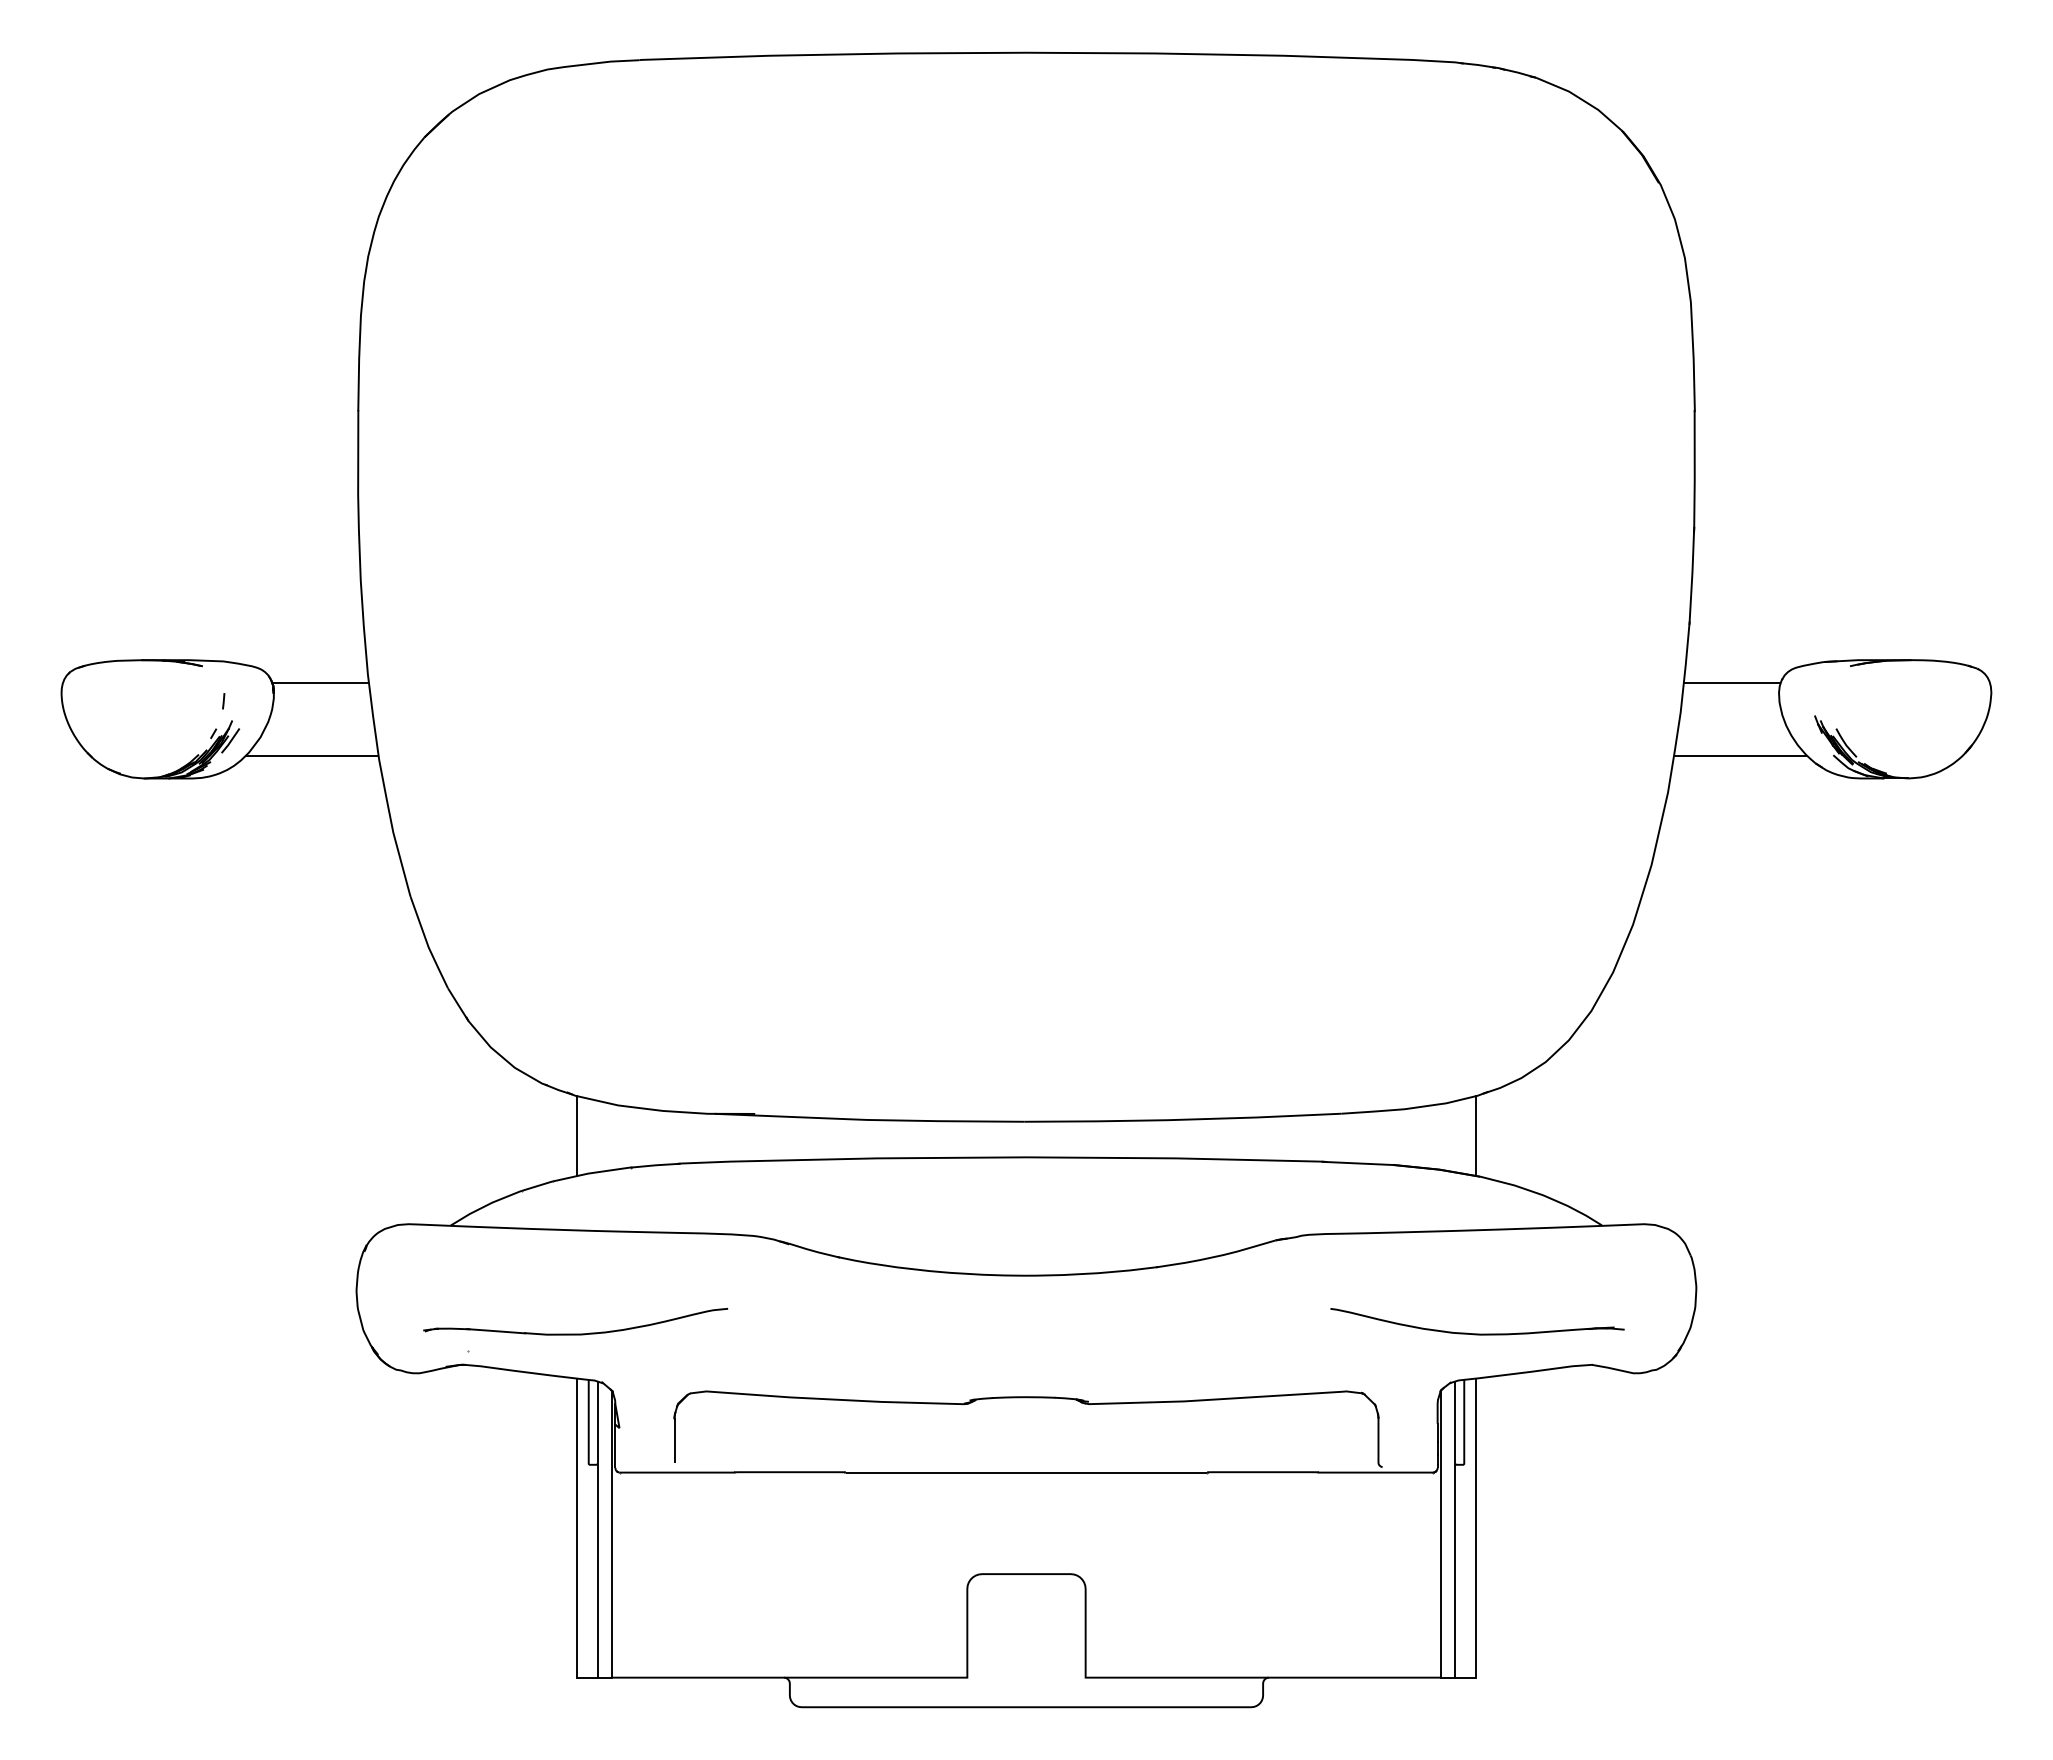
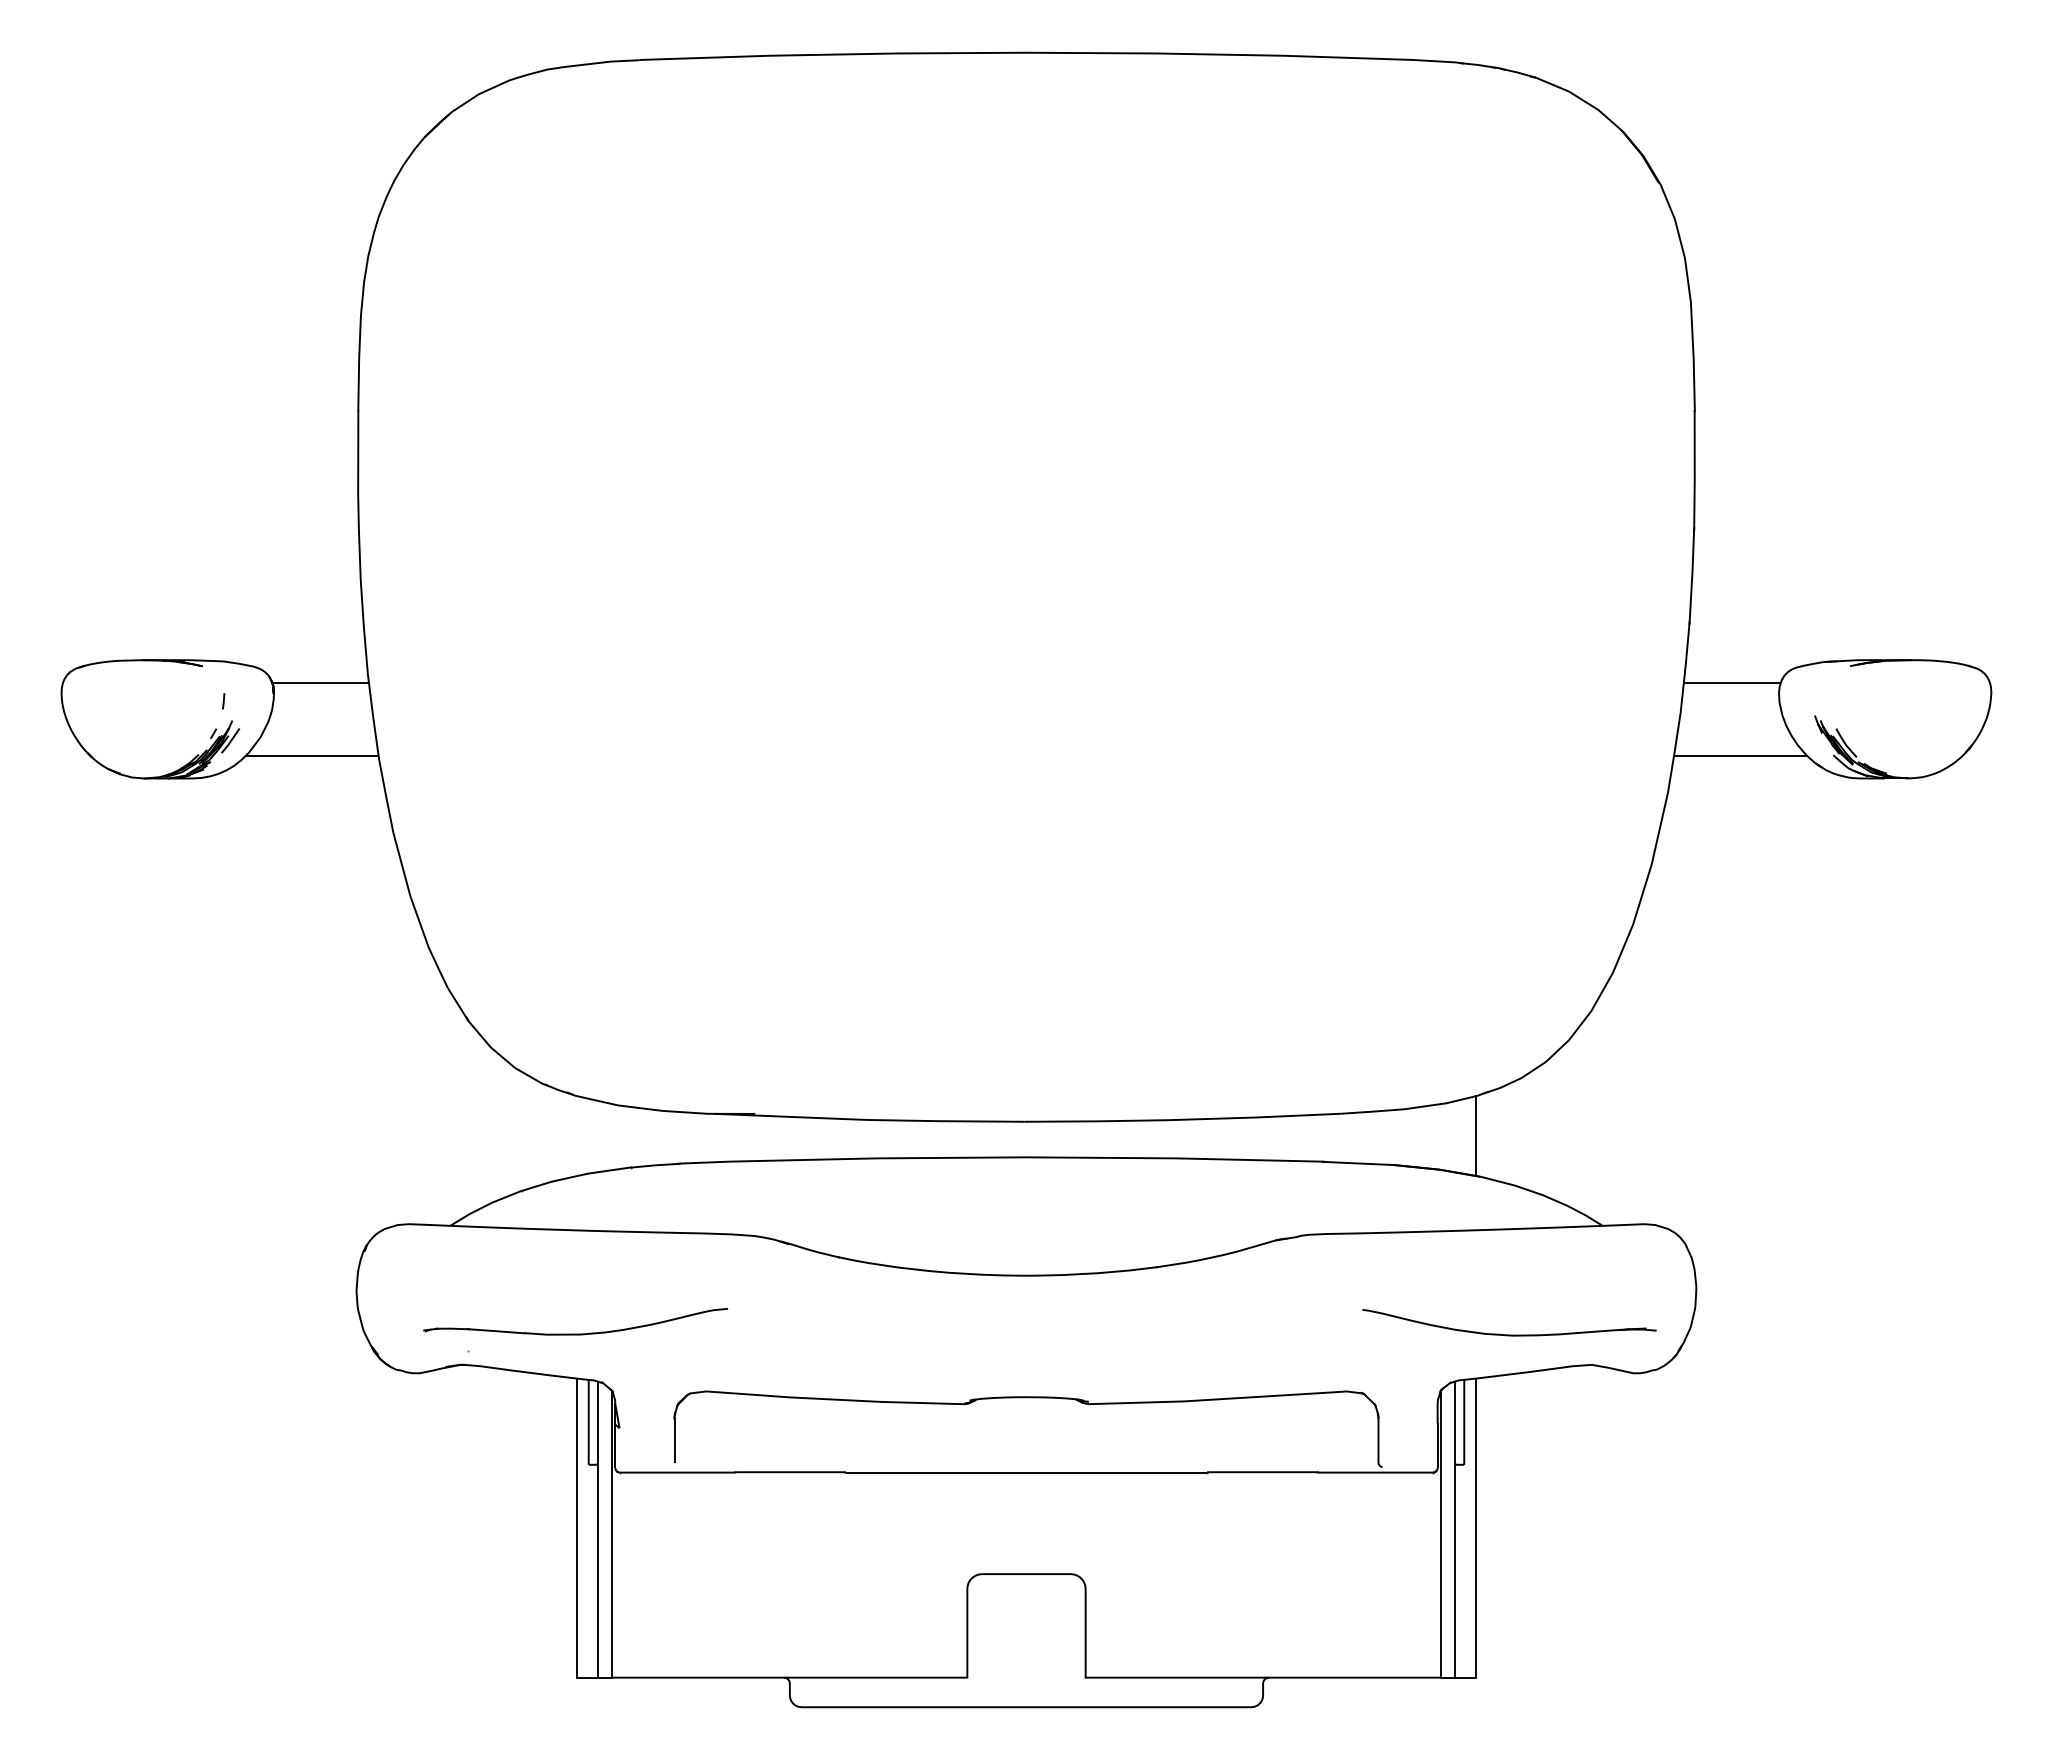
line at (576, 1136): present -> none
part at (1477, 1333) position: (1477, 1333) -> (1509, 1334)
